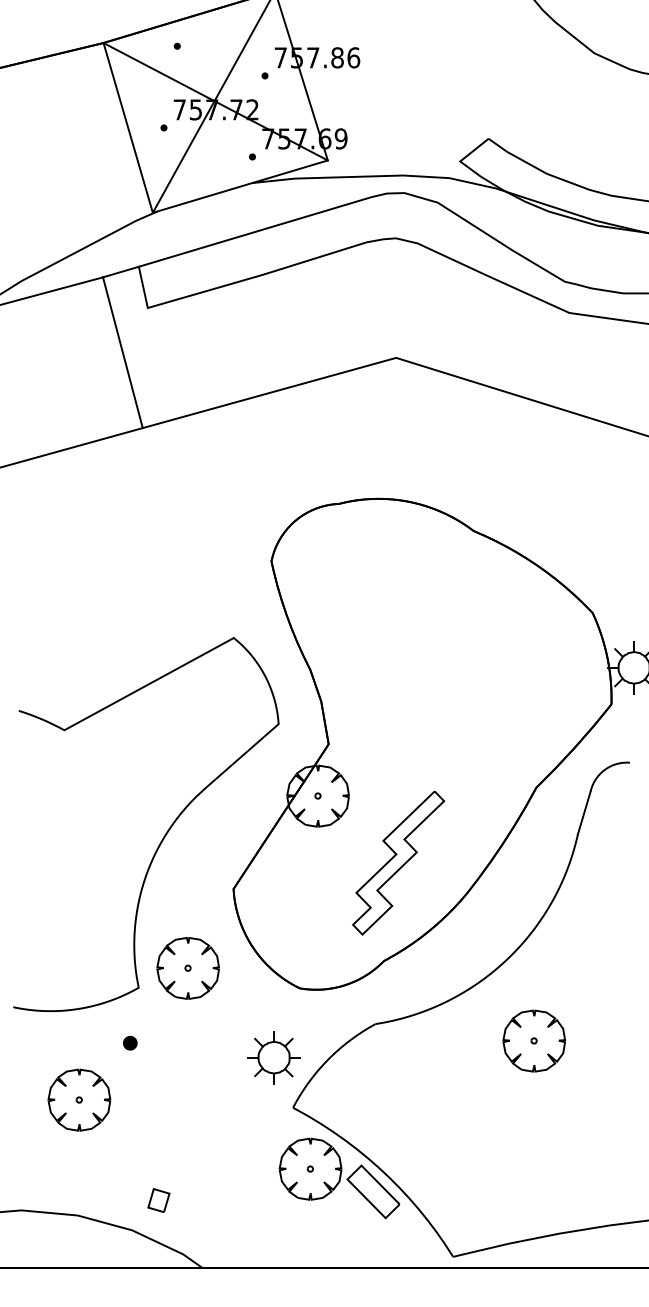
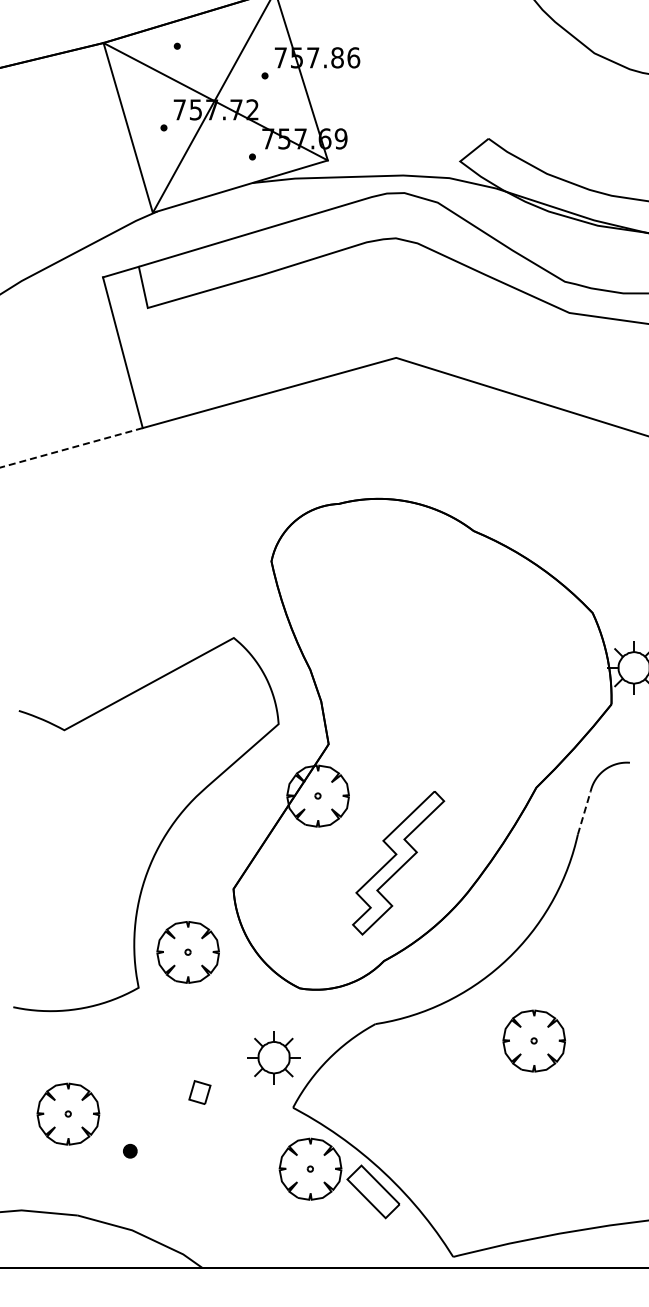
line at (52, 290): present -> none
line at (71, 447): solid -> dashed
line at (584, 812): solid -> dashed
part at (187, 968) position: (187, 968) -> (187, 952)
part at (130, 1042) position: (130, 1042) -> (130, 1150)
part at (79, 1099) position: (79, 1099) -> (68, 1113)
part at (158, 1200) position: (158, 1200) -> (199, 1092)
